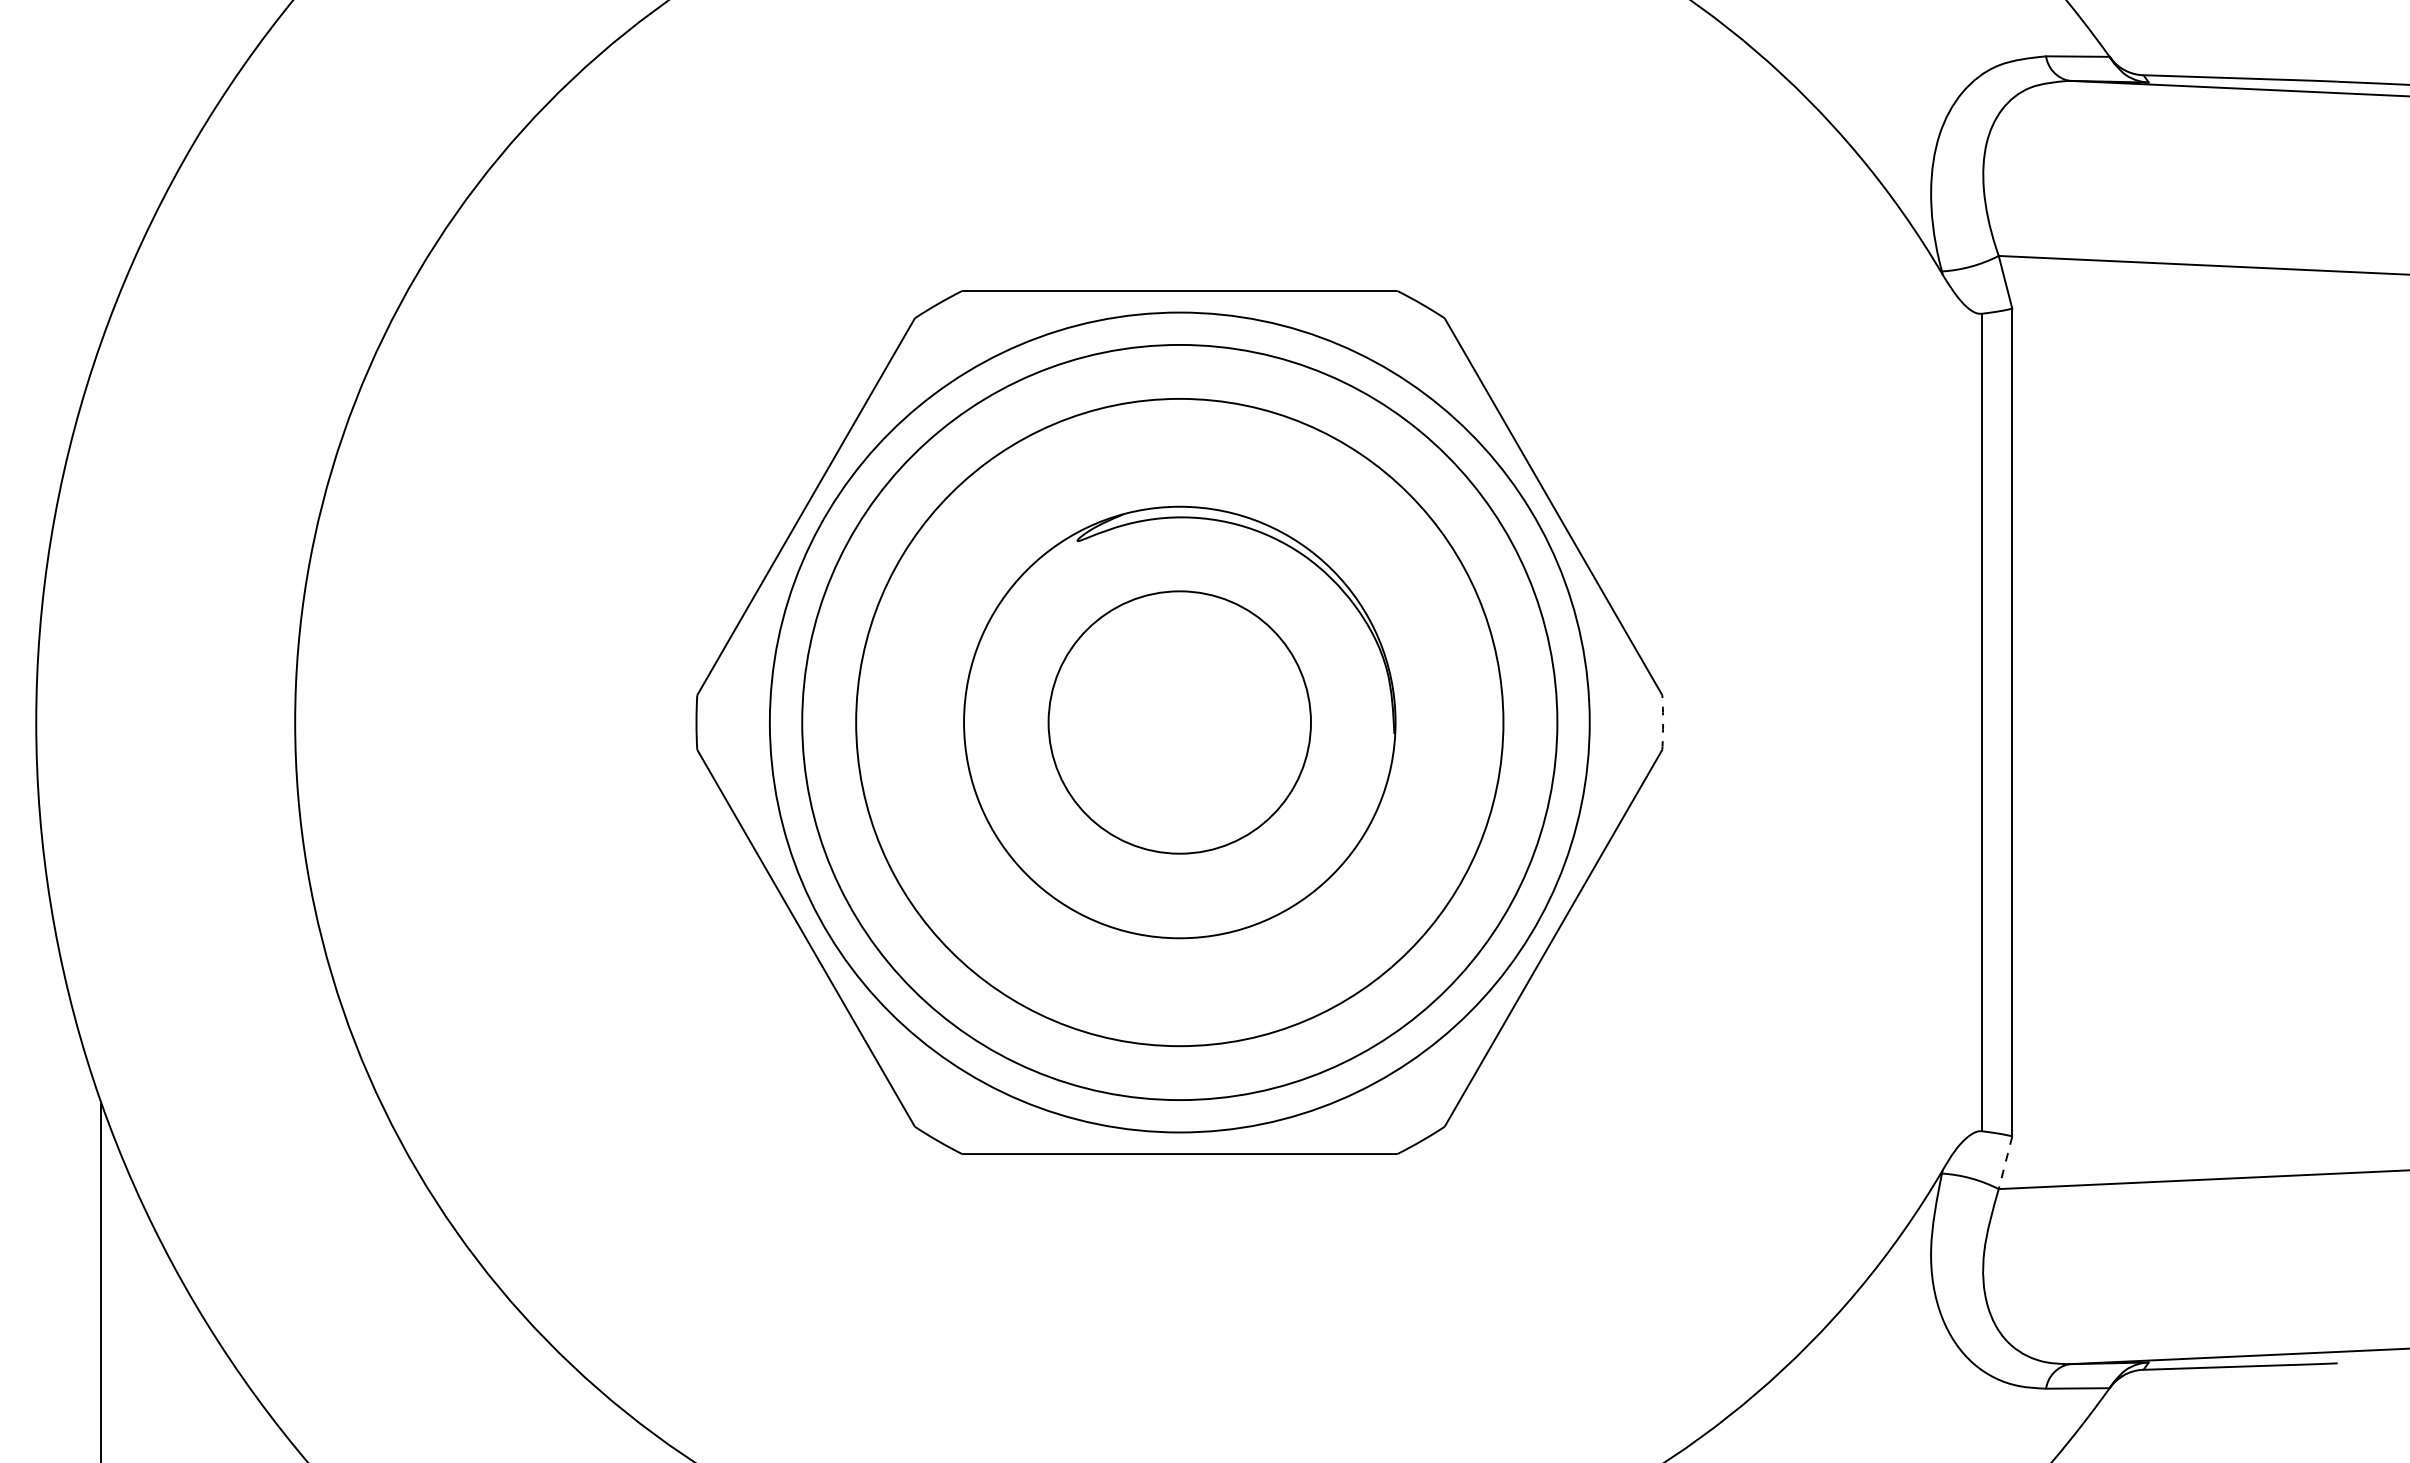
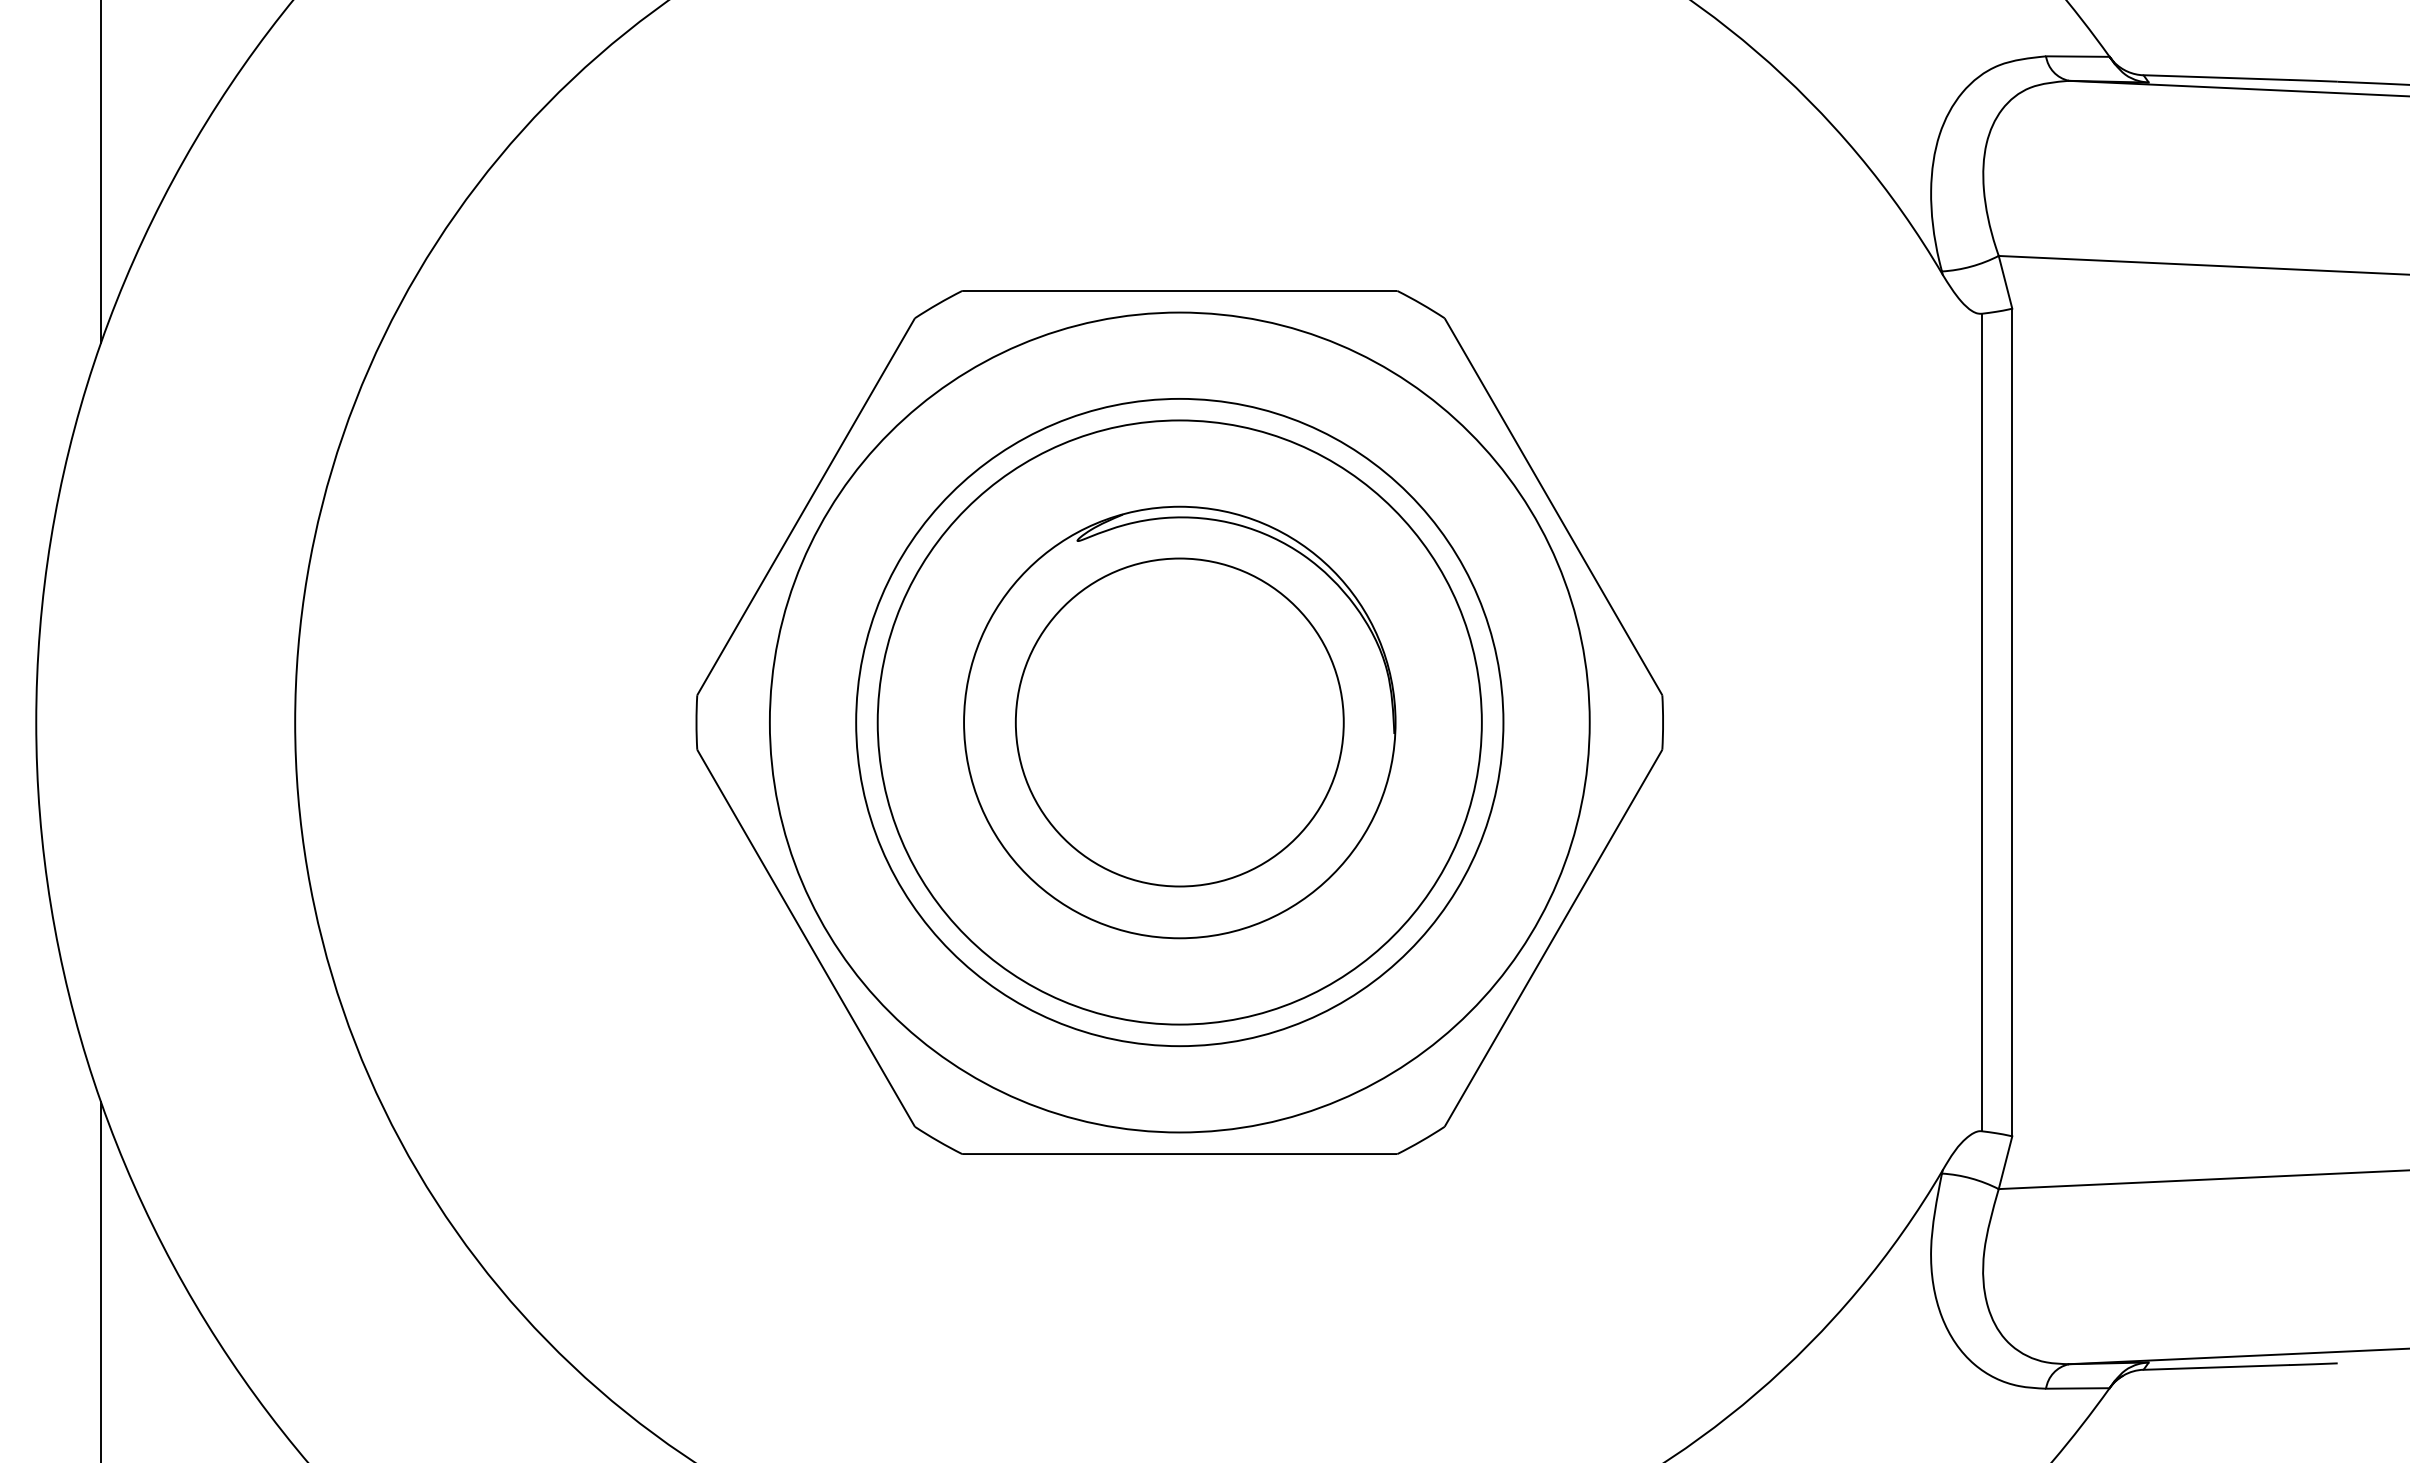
line at (100, 172): none -> present
circle at (1179, 722) diameter: 262 px -> 328 px
circle at (1179, 722) diameter: 755 px -> 604 px
arc at (1663, 722): dashed -> solid
line at (2005, 1163): dashed -> solid
